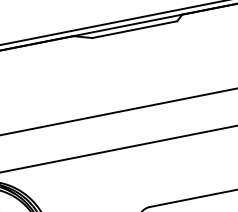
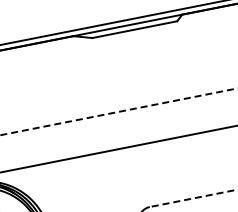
line at (119, 111): solid -> dashed
line at (193, 198): solid -> dashed
